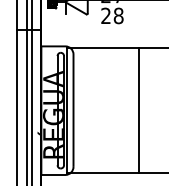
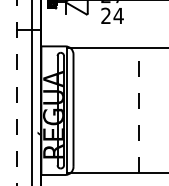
text at (118, 15): 28 -> 24
line at (26, 92): present -> none
line at (17, 93): solid -> dashed
line at (139, 110): solid -> dashed
